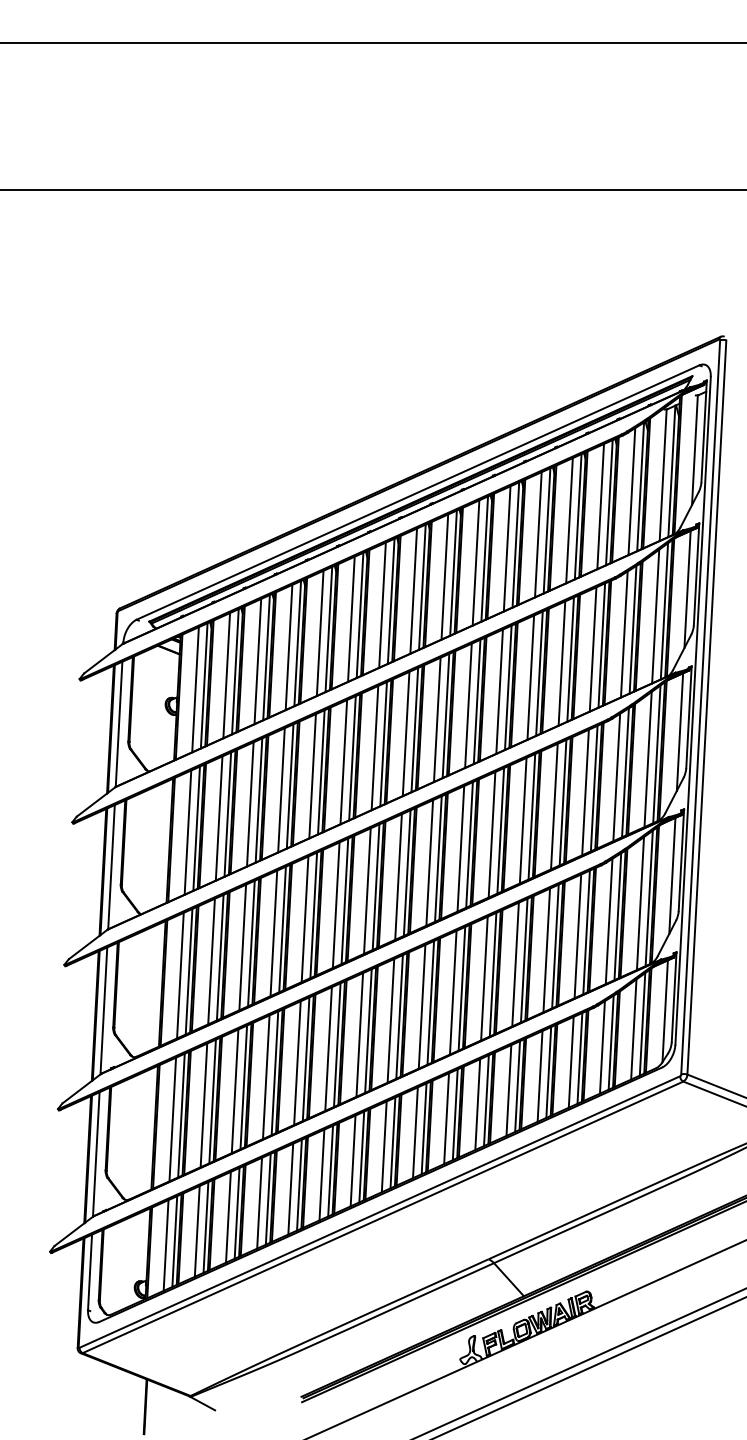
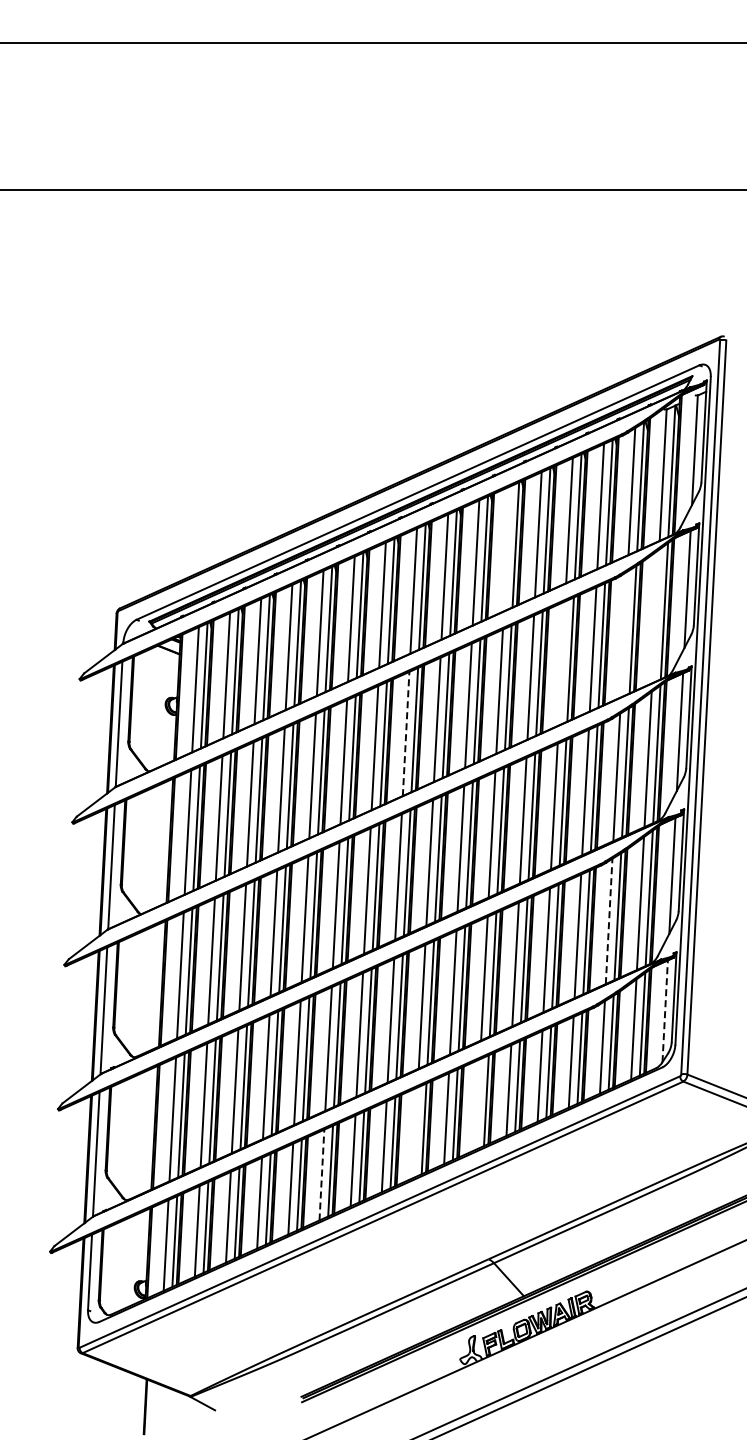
line at (506, 548): present -> none
line at (655, 616): present -> none
line at (623, 634): present -> none
line at (561, 663): present -> none
line at (406, 733): solid -> dashed
line at (609, 921): solid -> dashed
line at (665, 1011): solid -> dashed
line at (477, 1104): present -> none
line at (415, 1132): present -> none
line at (321, 1174): solid -> dashed
